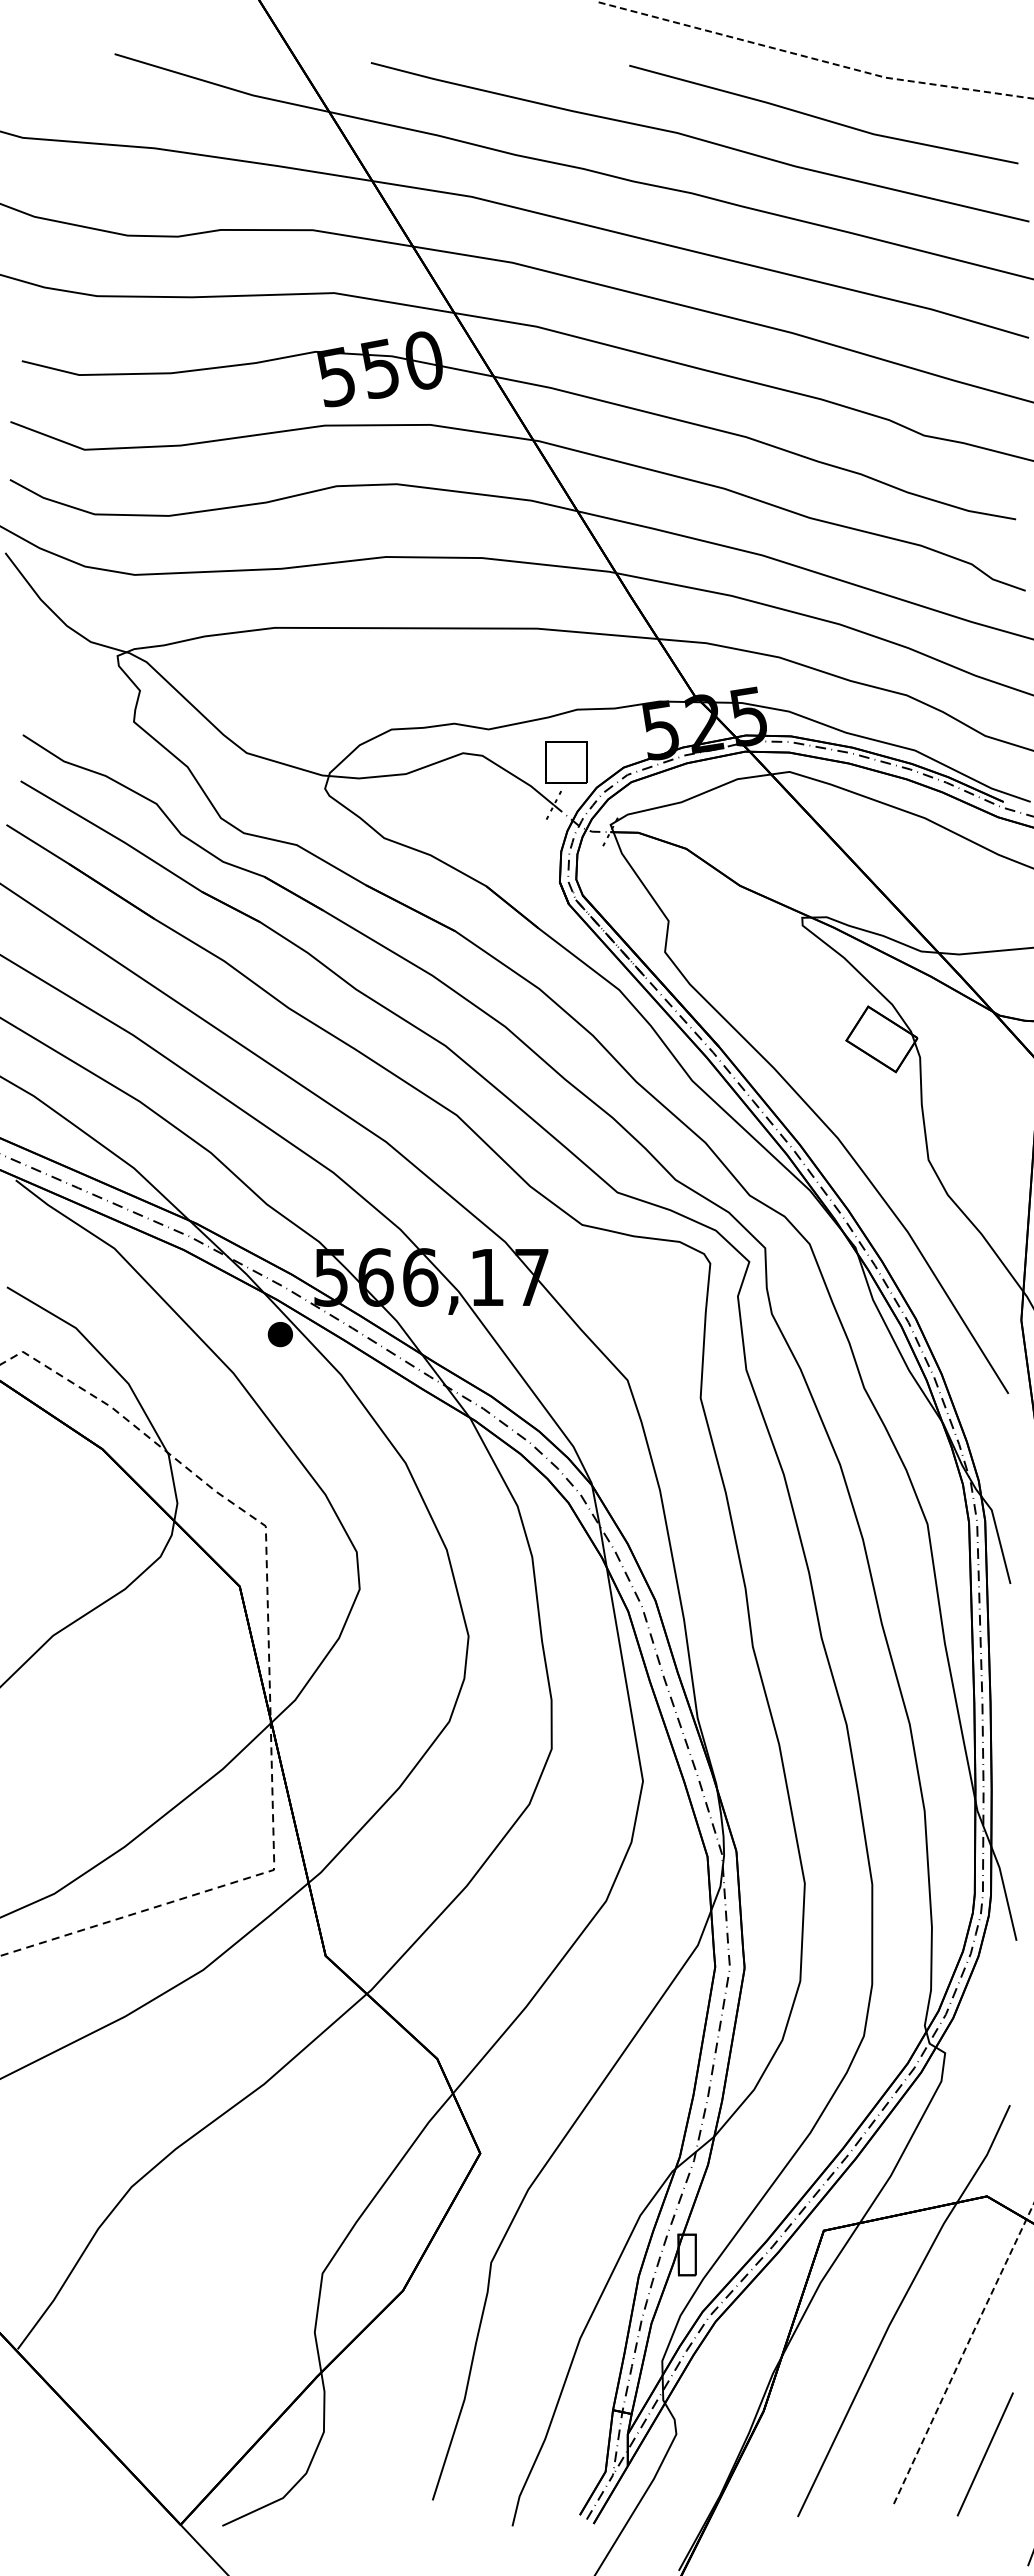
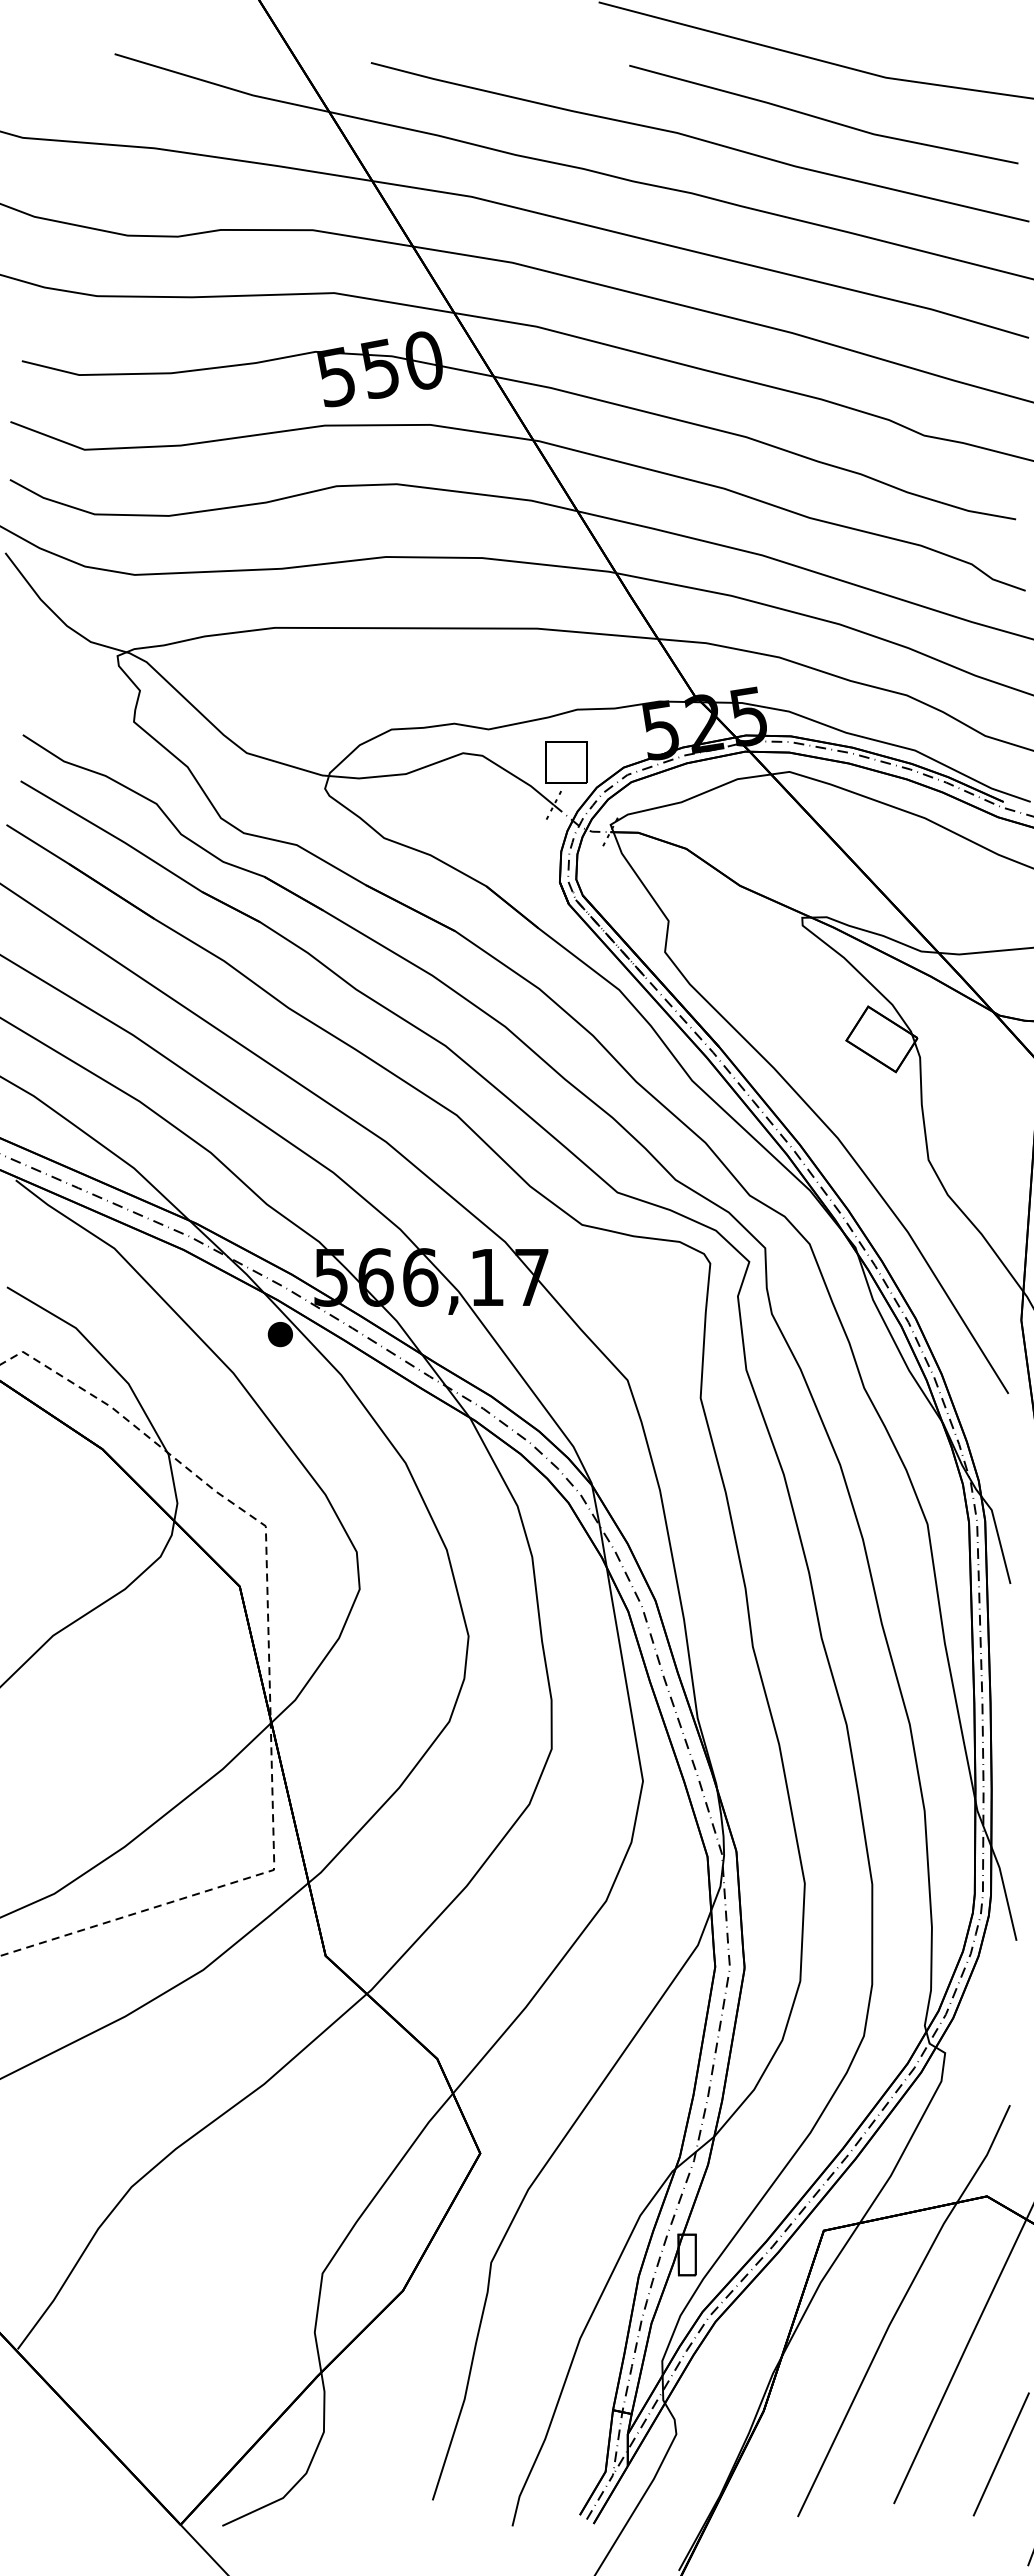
line at (815, 59): dashed -> solid
line at (963, 2352): dashed -> solid
line at (984, 2454) position: (984, 2454) -> (1000, 2454)
